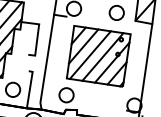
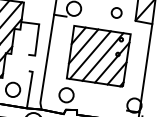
part at (116, 12) size: 17x16 px -> 13x12 px
